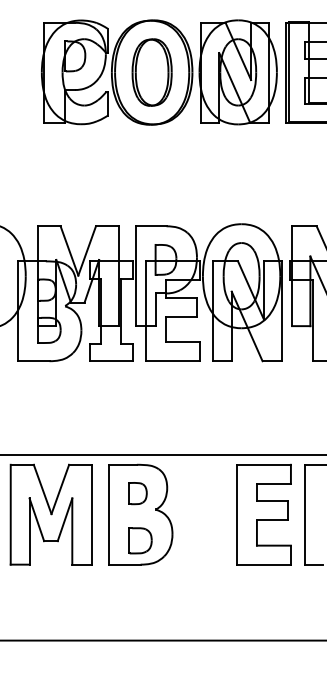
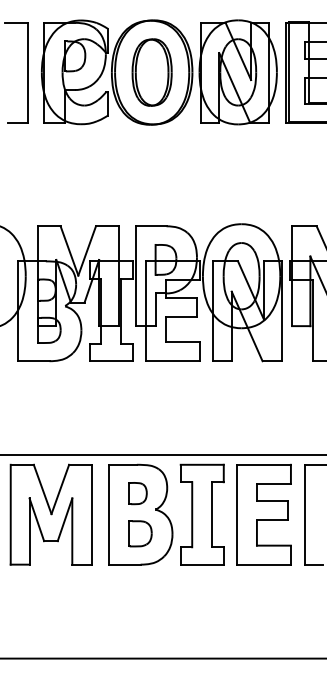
part at (27, 72): none -> present
part at (201, 514): none -> present
part at (140, 540) position: (140, 540) -> (140, 533)
line at (162, 640) position: (162, 640) -> (162, 658)
